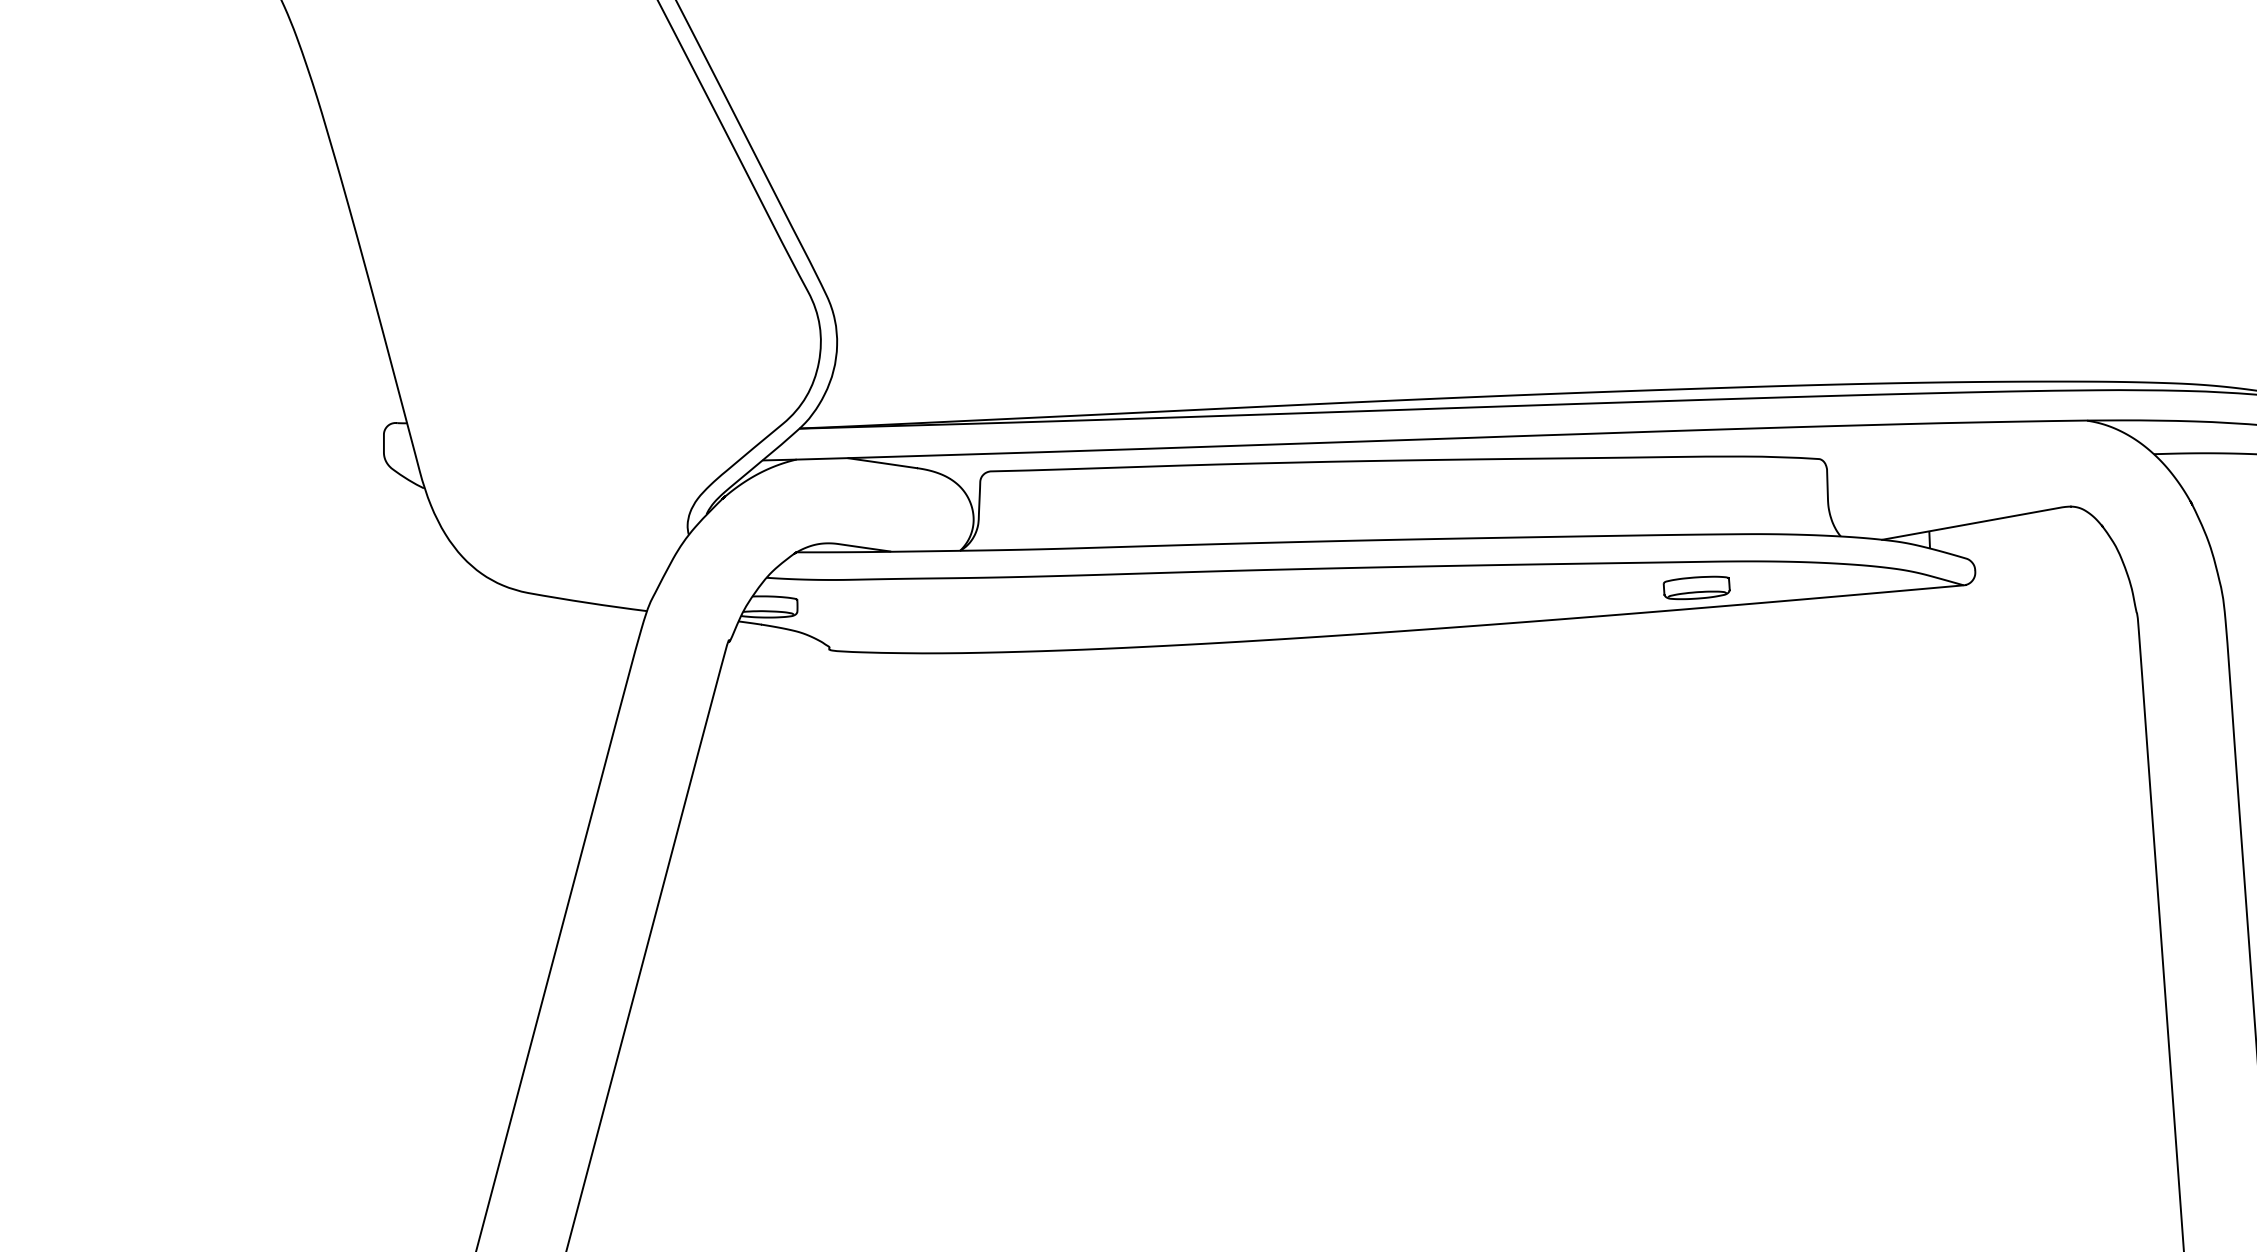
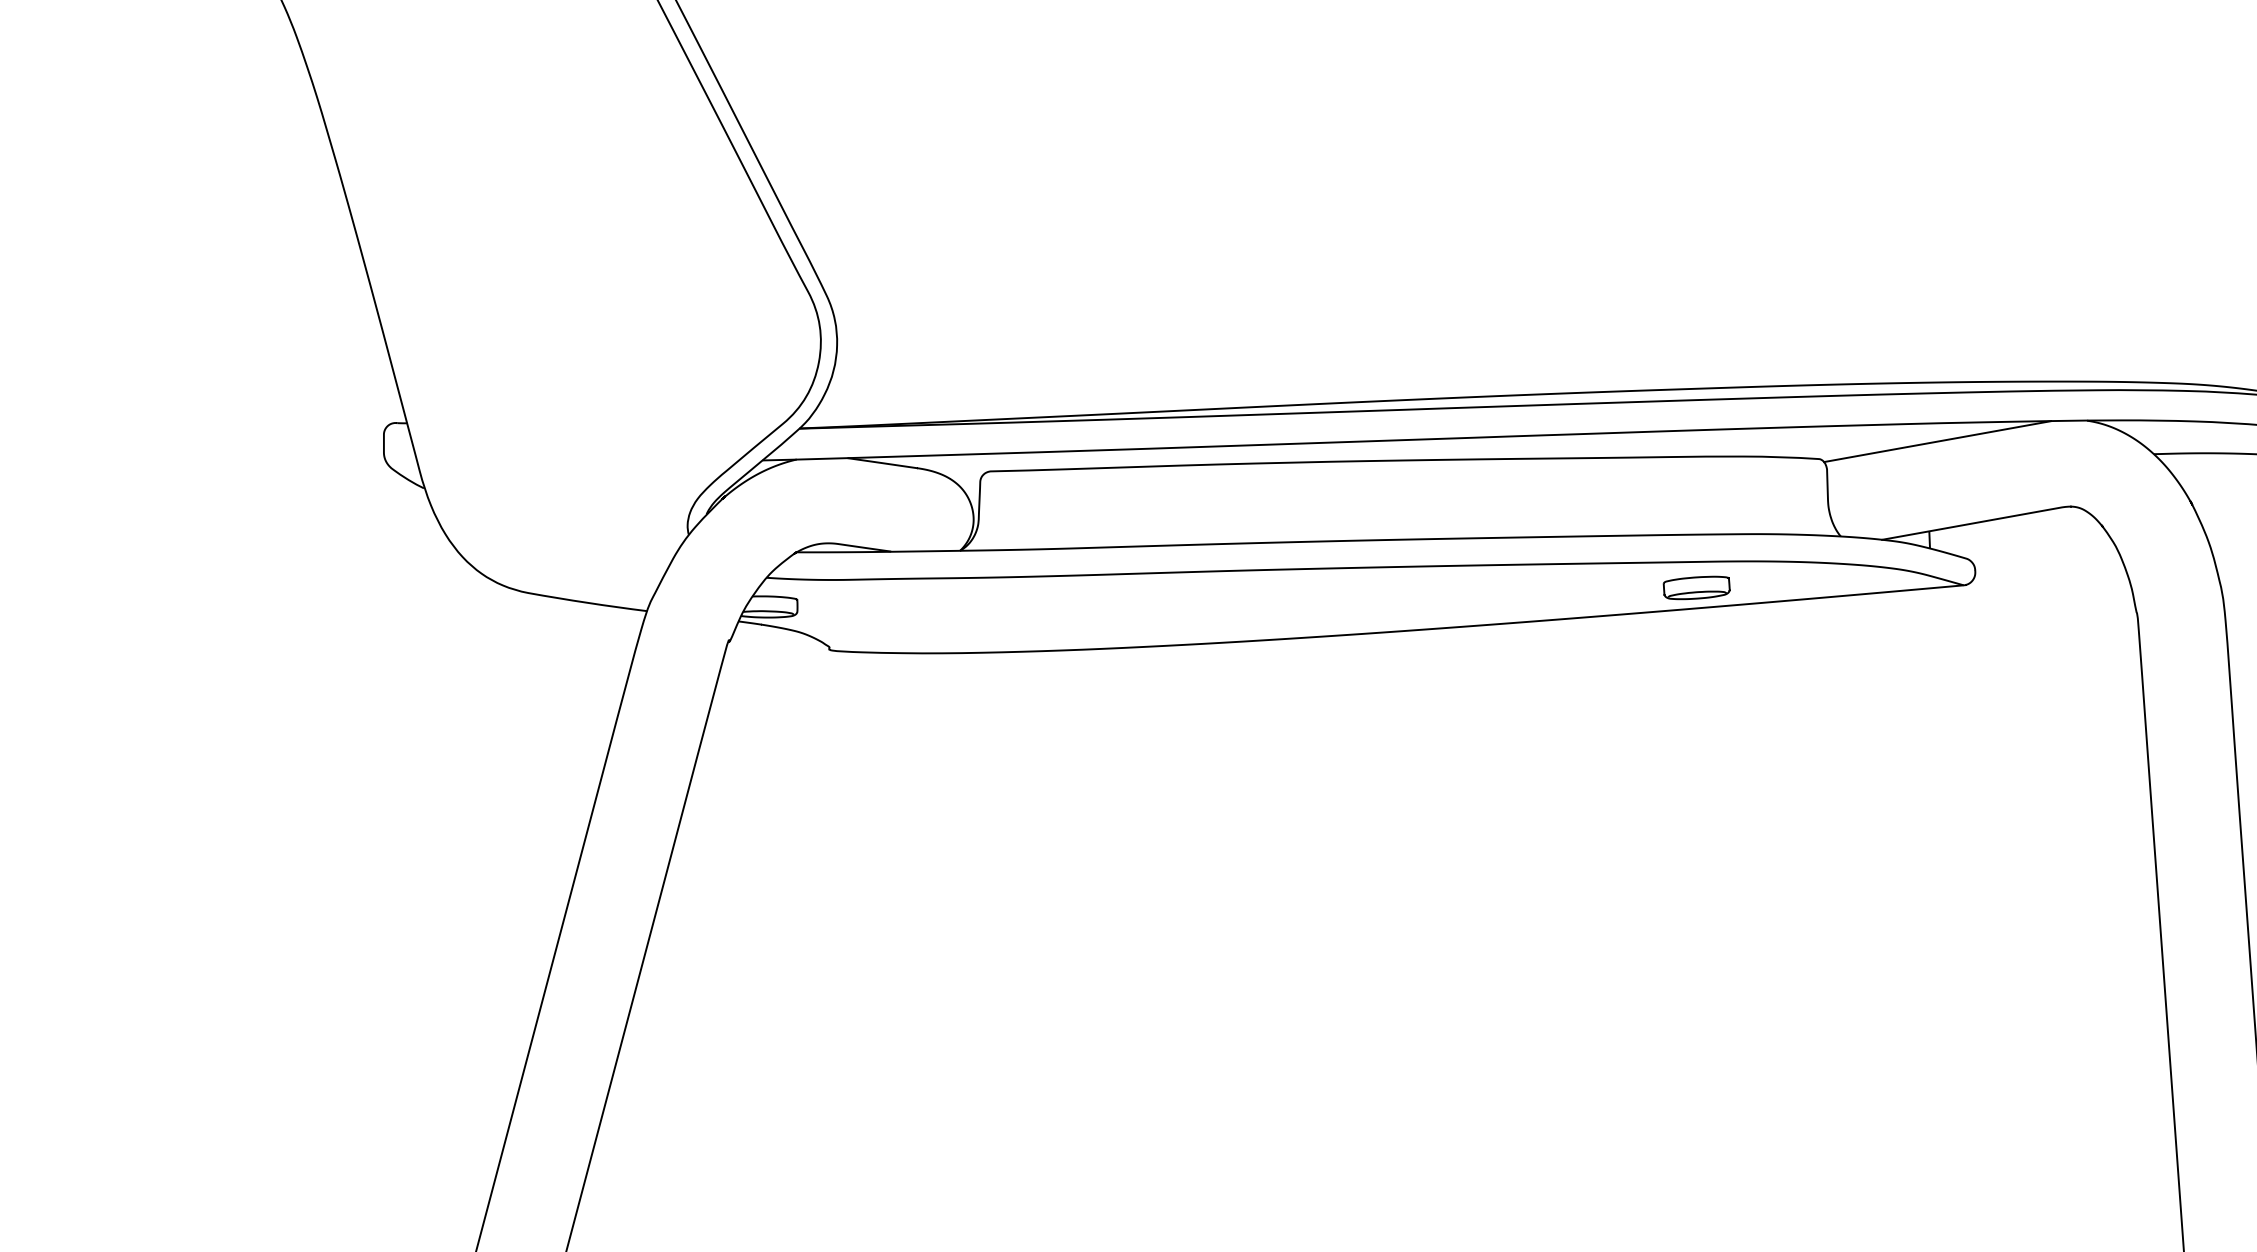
line at (1937, 441): none -> present
